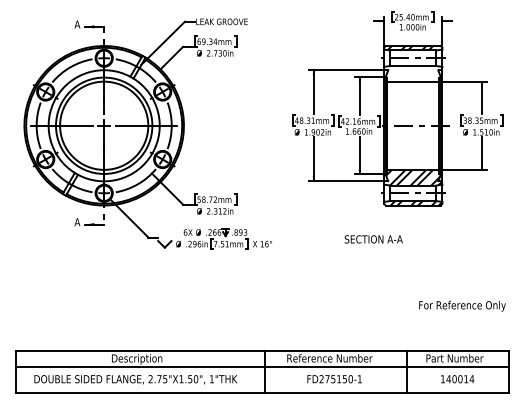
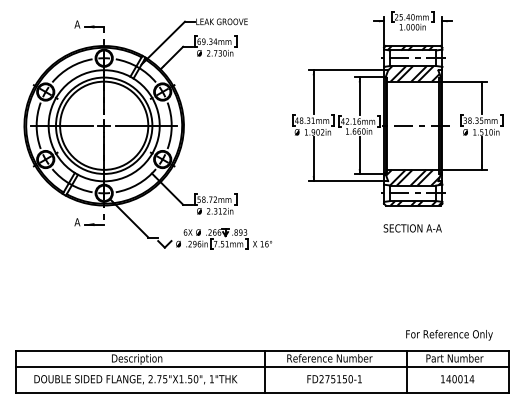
hatch at (411, 73): none -> present
text at (373, 239) position: (373, 239) -> (412, 228)
text at (462, 306) position: (462, 306) -> (449, 335)
